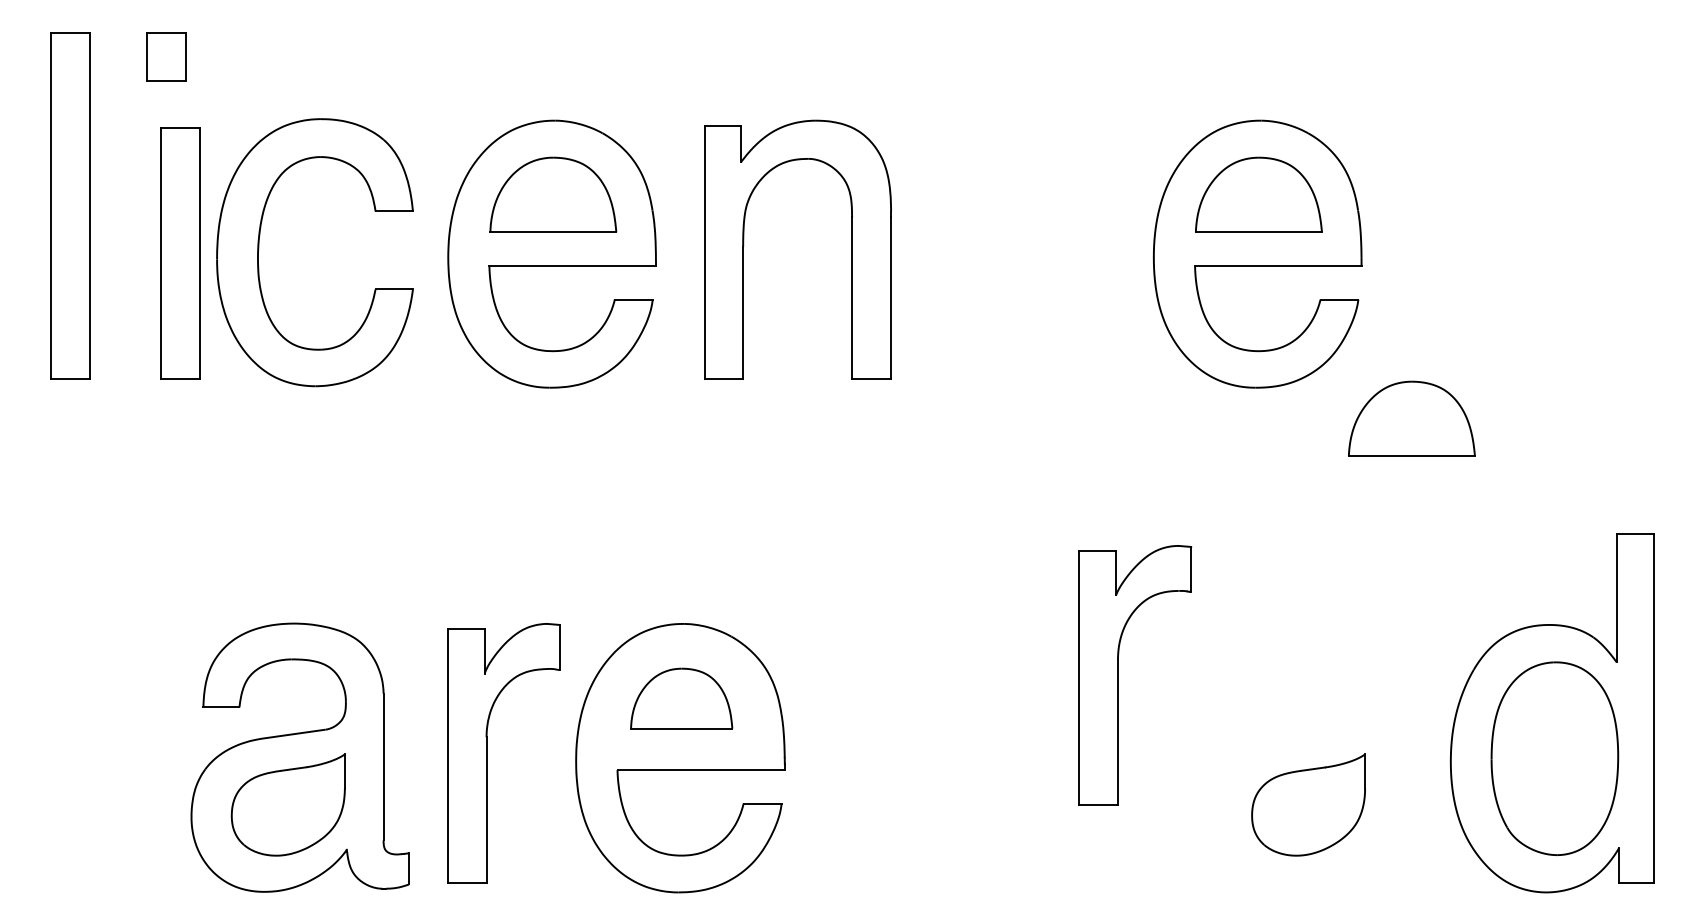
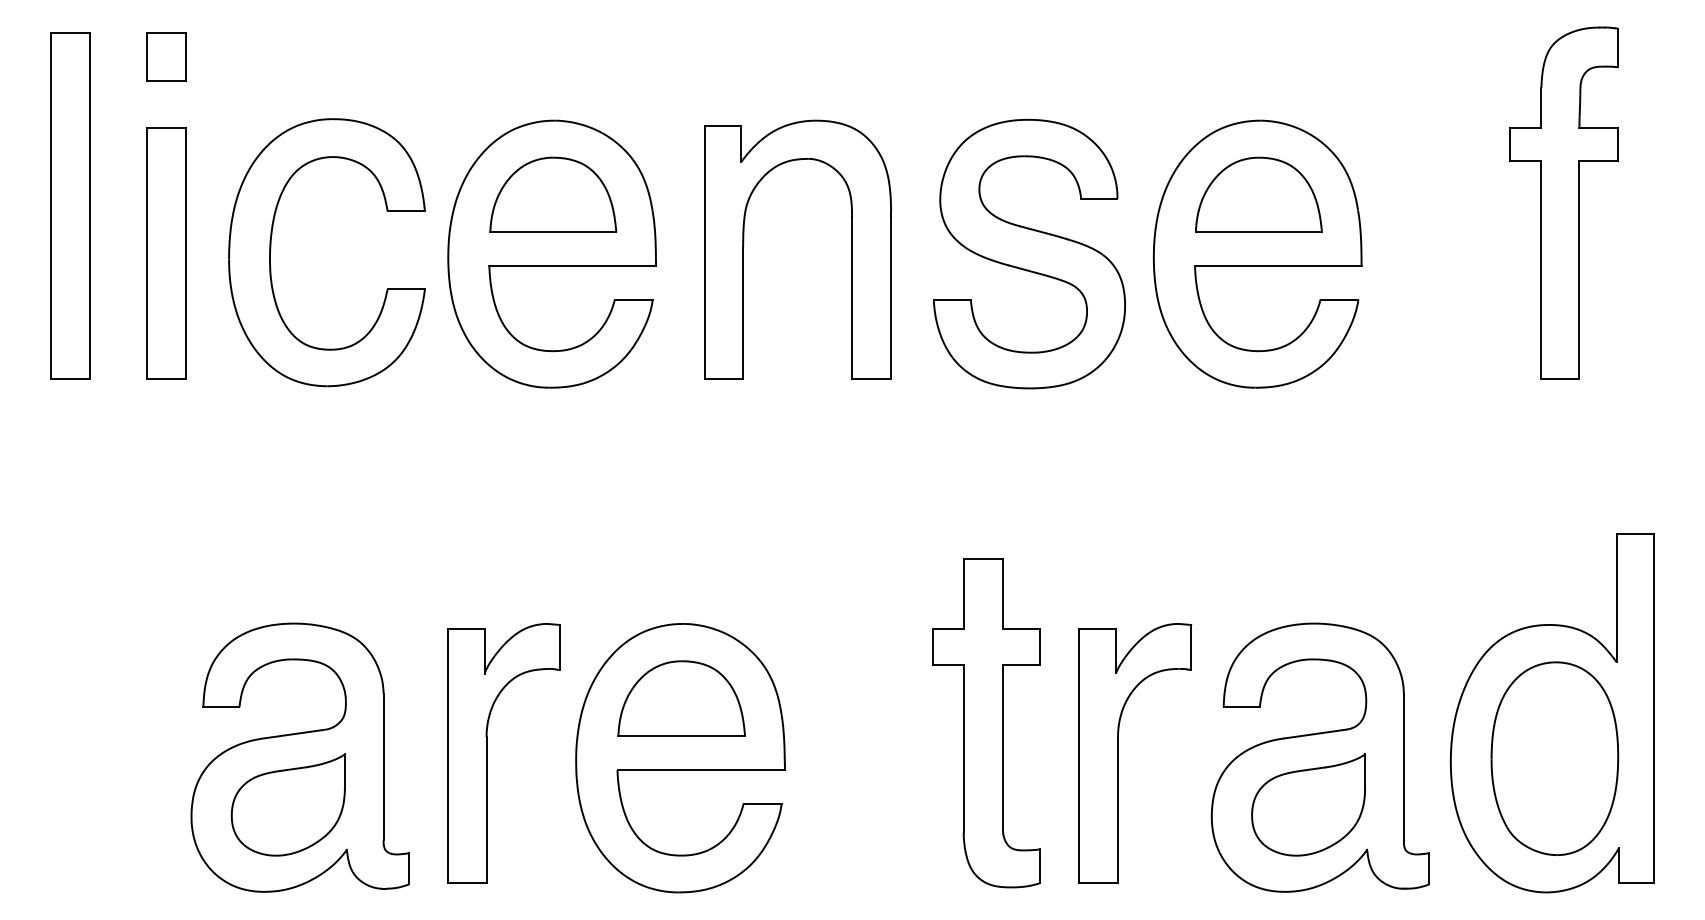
part at (1563, 202): none -> present
part at (259, 249) position: (259, 249) -> (271, 249)
part at (180, 253) position: (180, 253) -> (166, 253)
part at (1029, 253): none -> present
part at (1411, 418): present -> none
part at (1118, 675) position: (1118, 675) -> (1118, 753)
part at (681, 698) size: 104x63 px -> 129x77 px
part at (986, 723): none -> present
part at (1319, 757): none -> present
